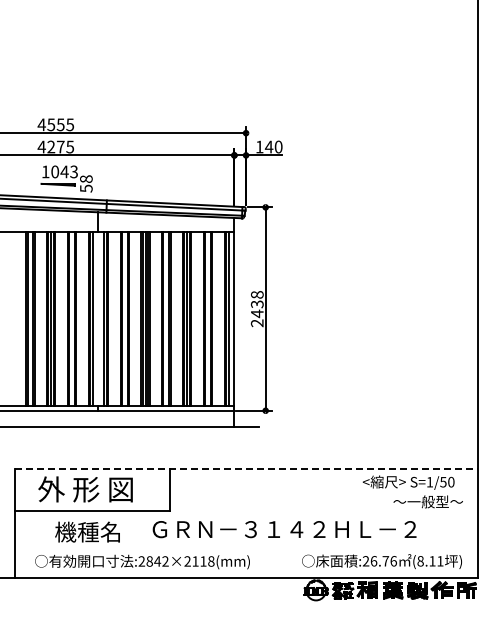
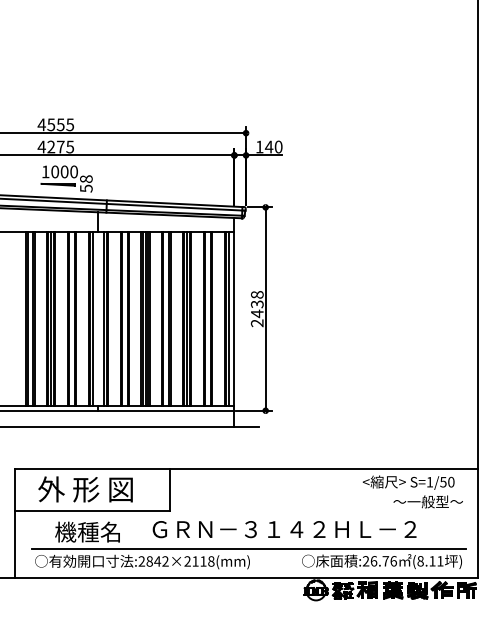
text at (68, 171): 1043 -> 1000
line at (246, 469): dashed -> solid
line at (248, 548): none -> present
